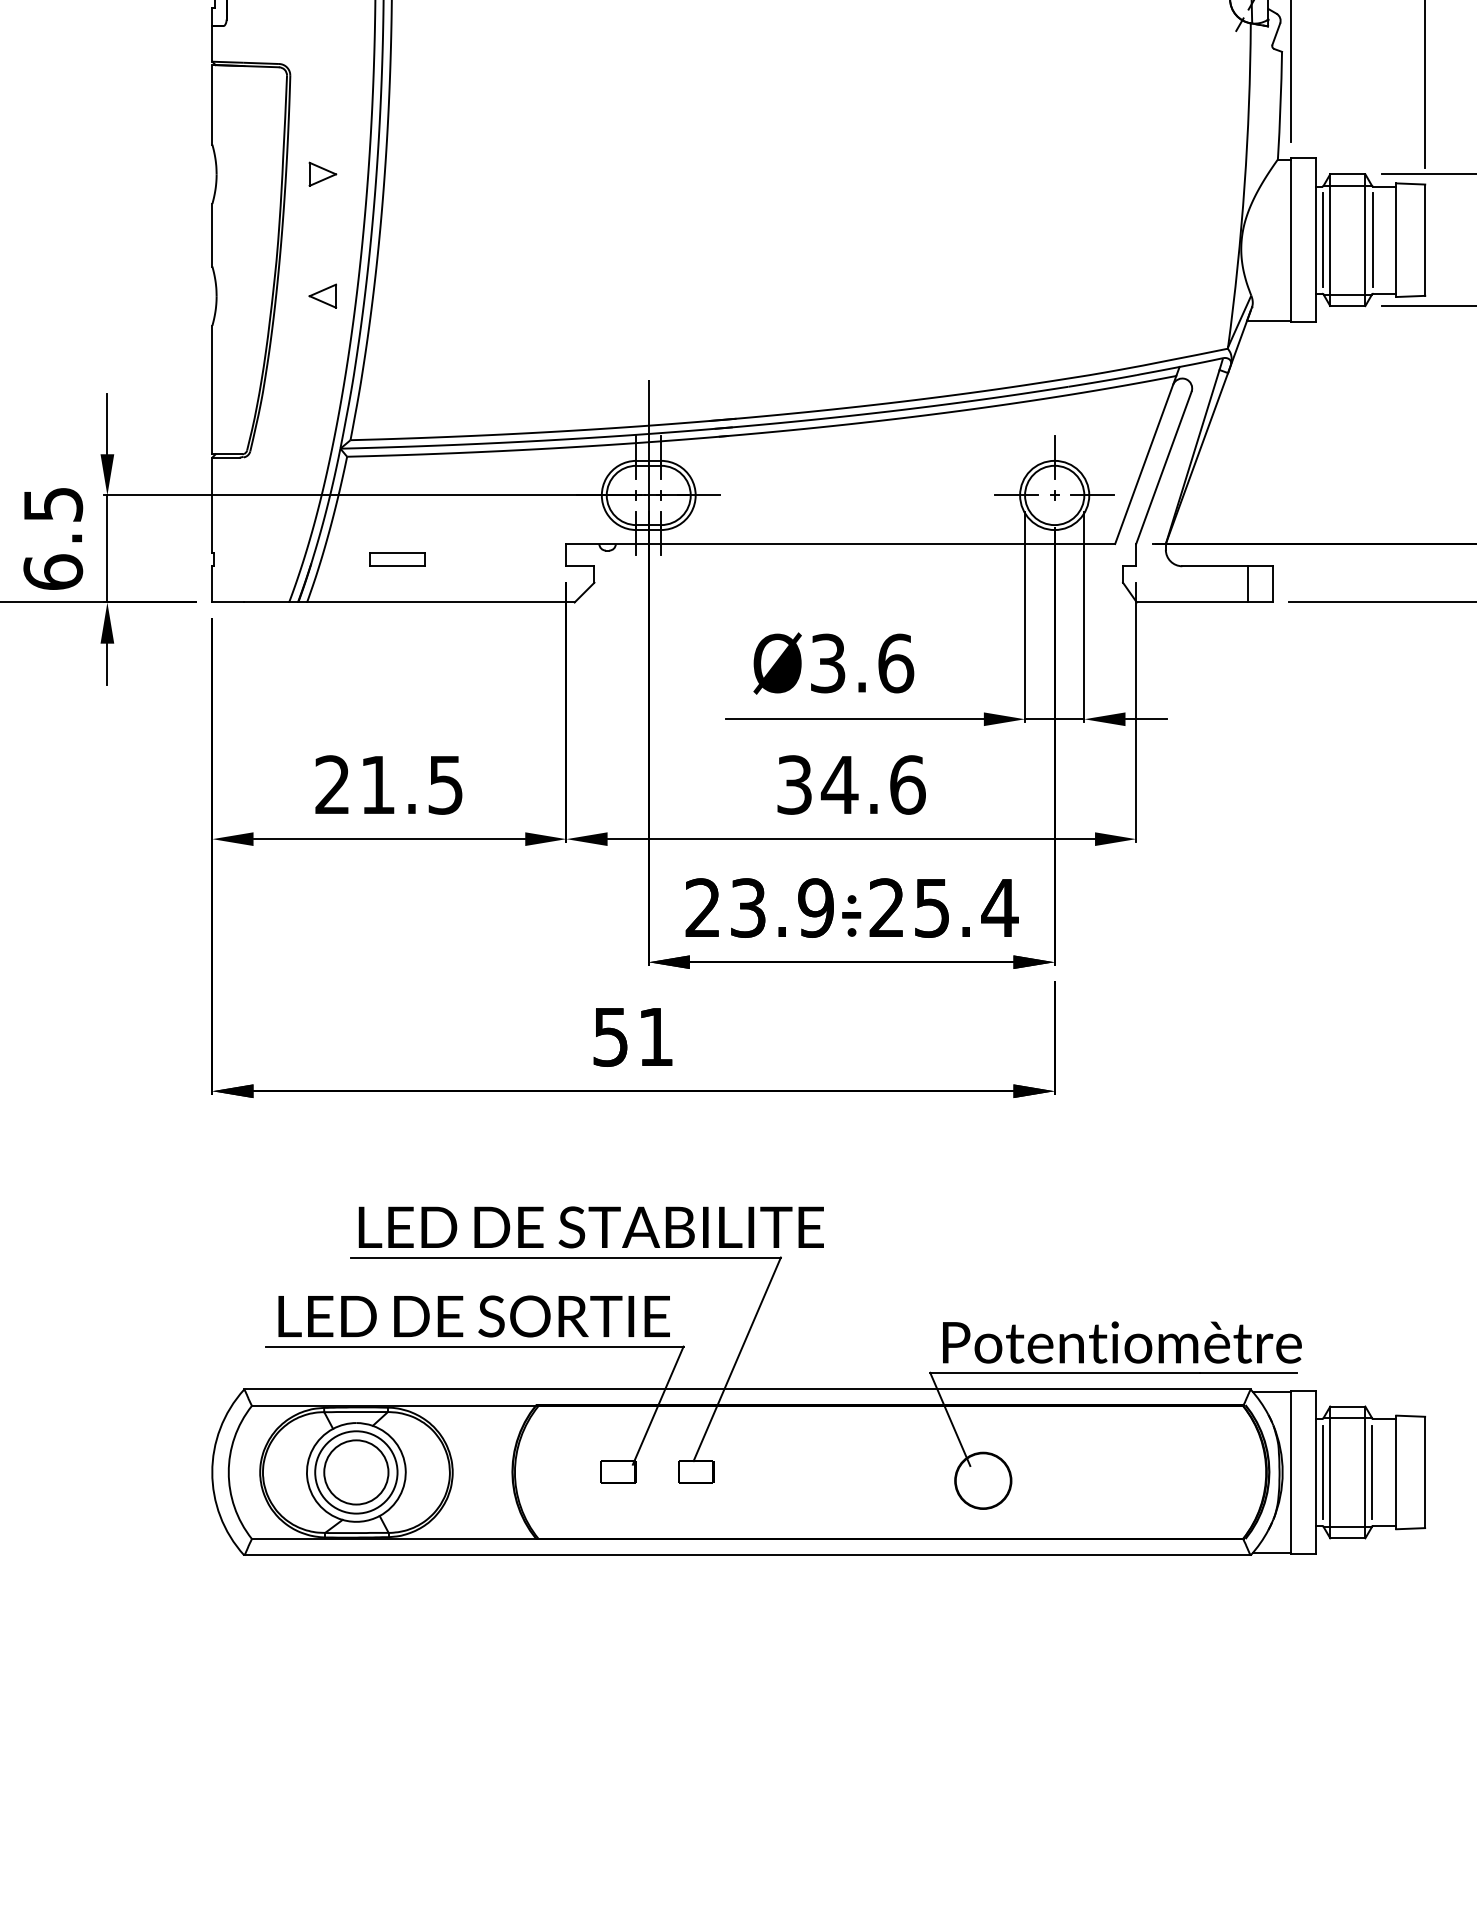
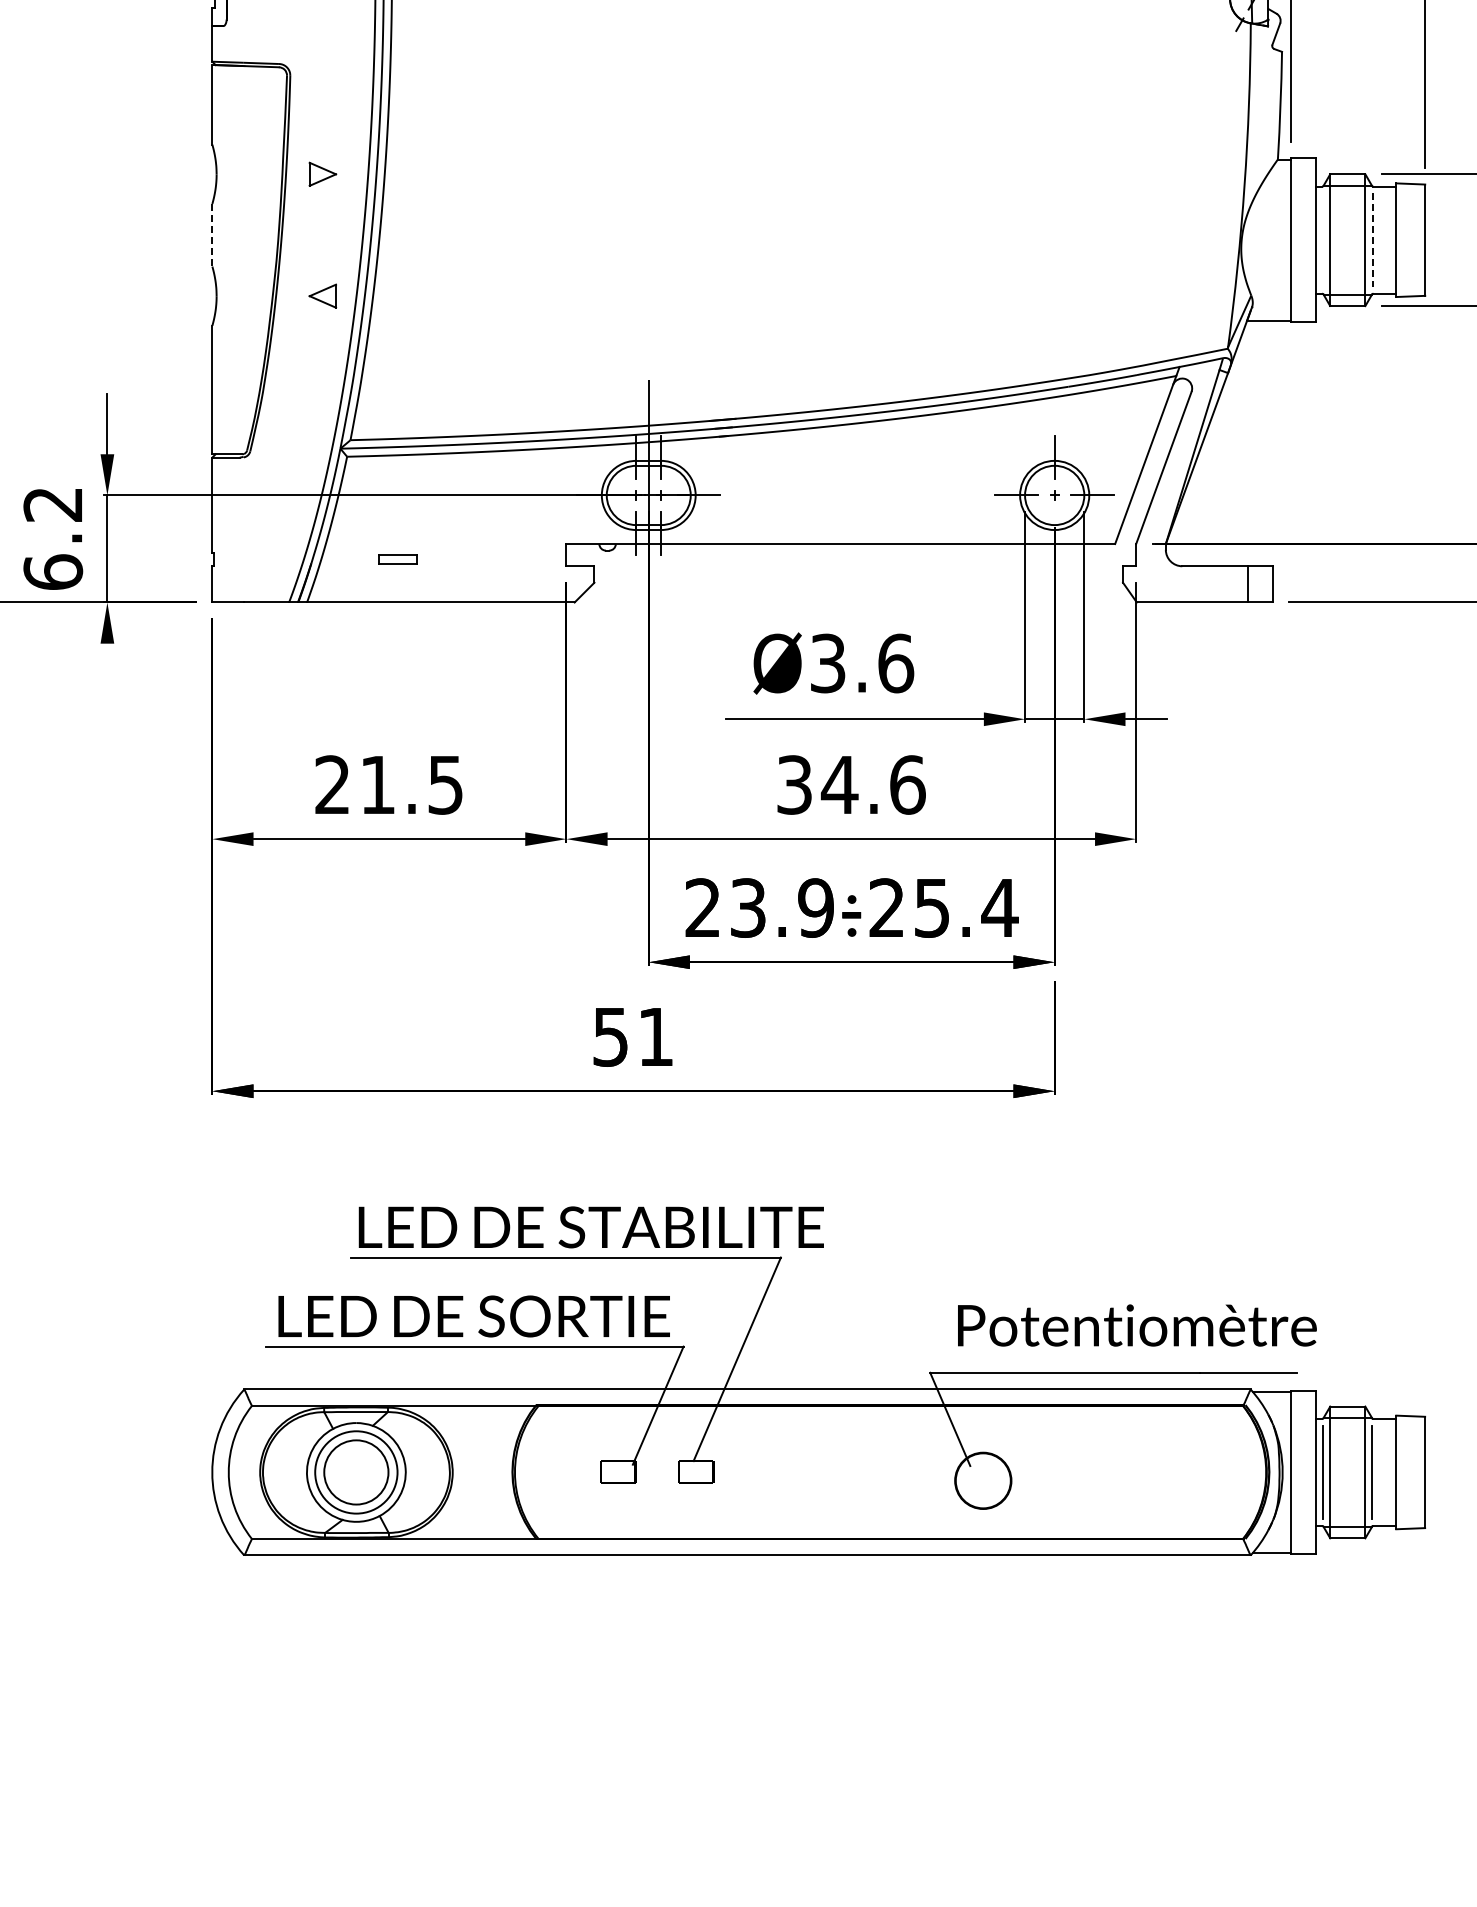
line at (212, 235): solid -> dashed
line at (1323, 240): present -> none
line at (1372, 240): solid -> dashed
text at (53, 504): 6.5 -> 6.2
part at (397, 559) size: 57x15 px -> 40x11 px
line at (107, 663): present -> none
text at (1122, 1342) position: (1122, 1342) -> (1137, 1325)
